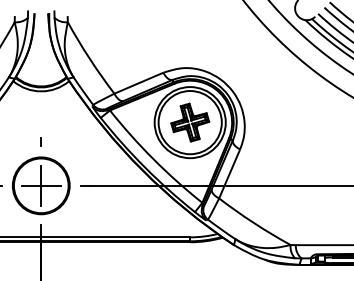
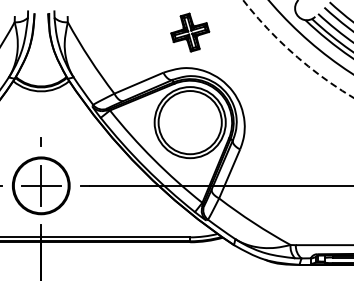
arc at (294, 54): solid -> dashed
part at (190, 122) position: (190, 122) -> (190, 32)
